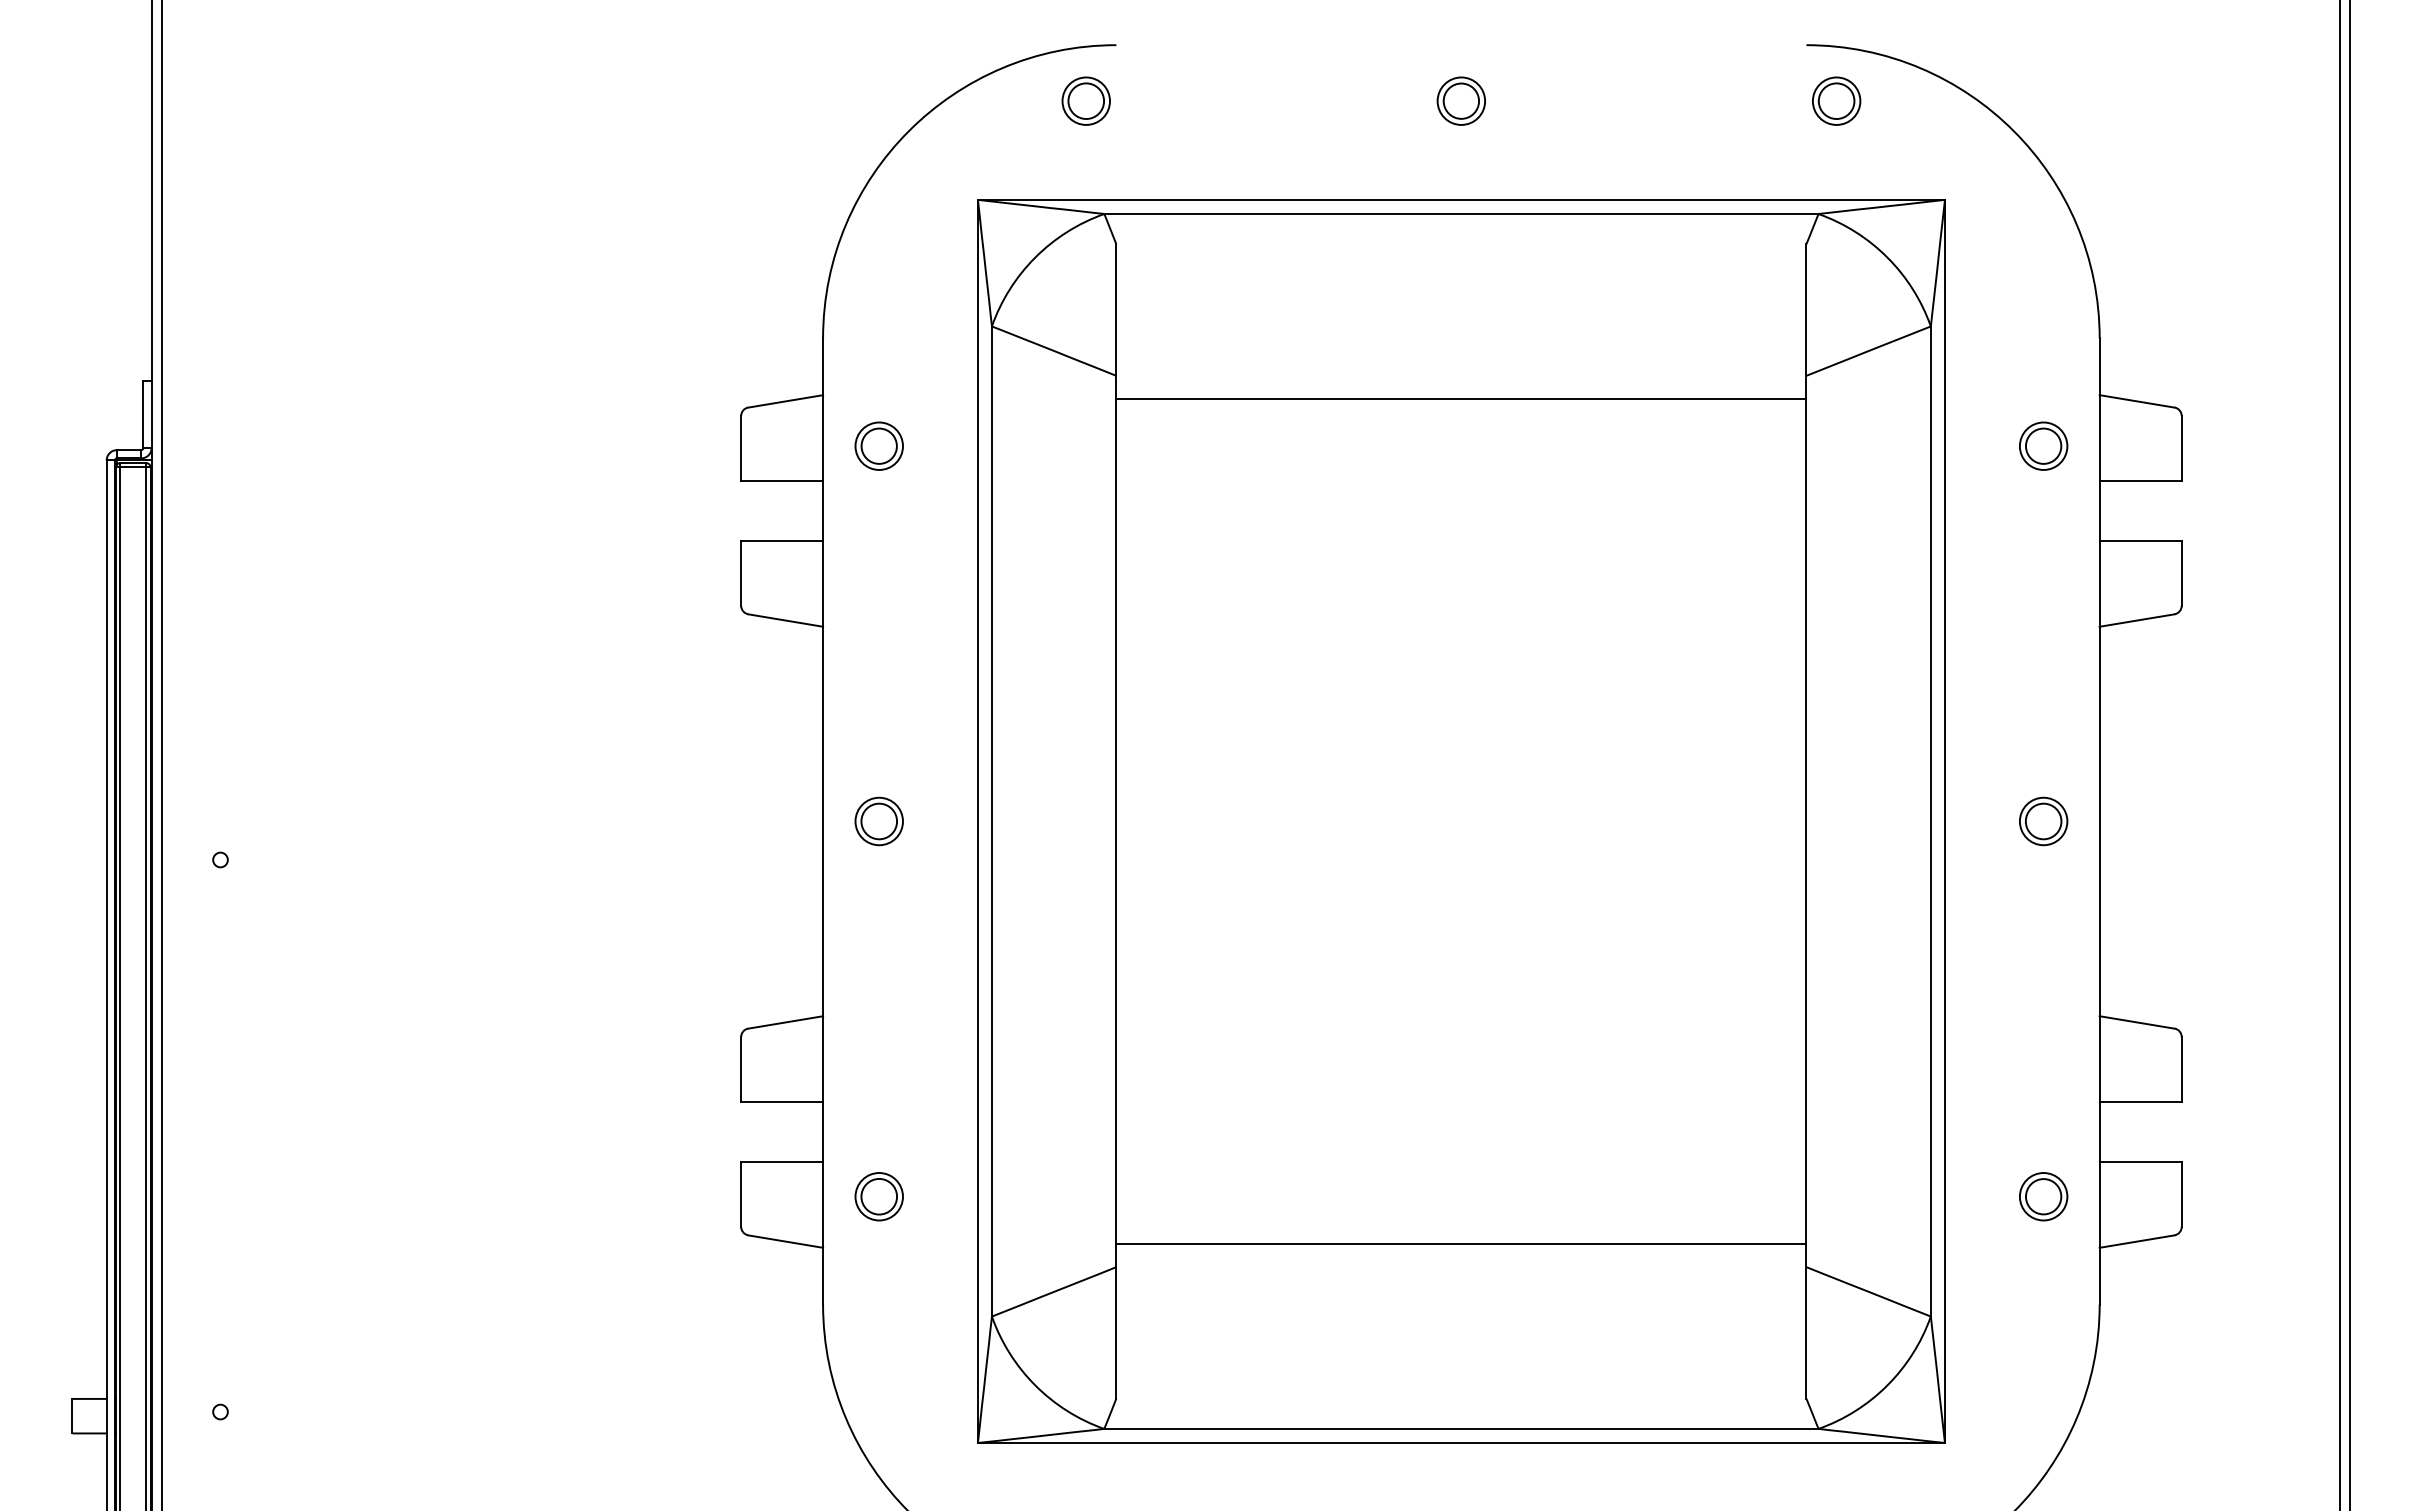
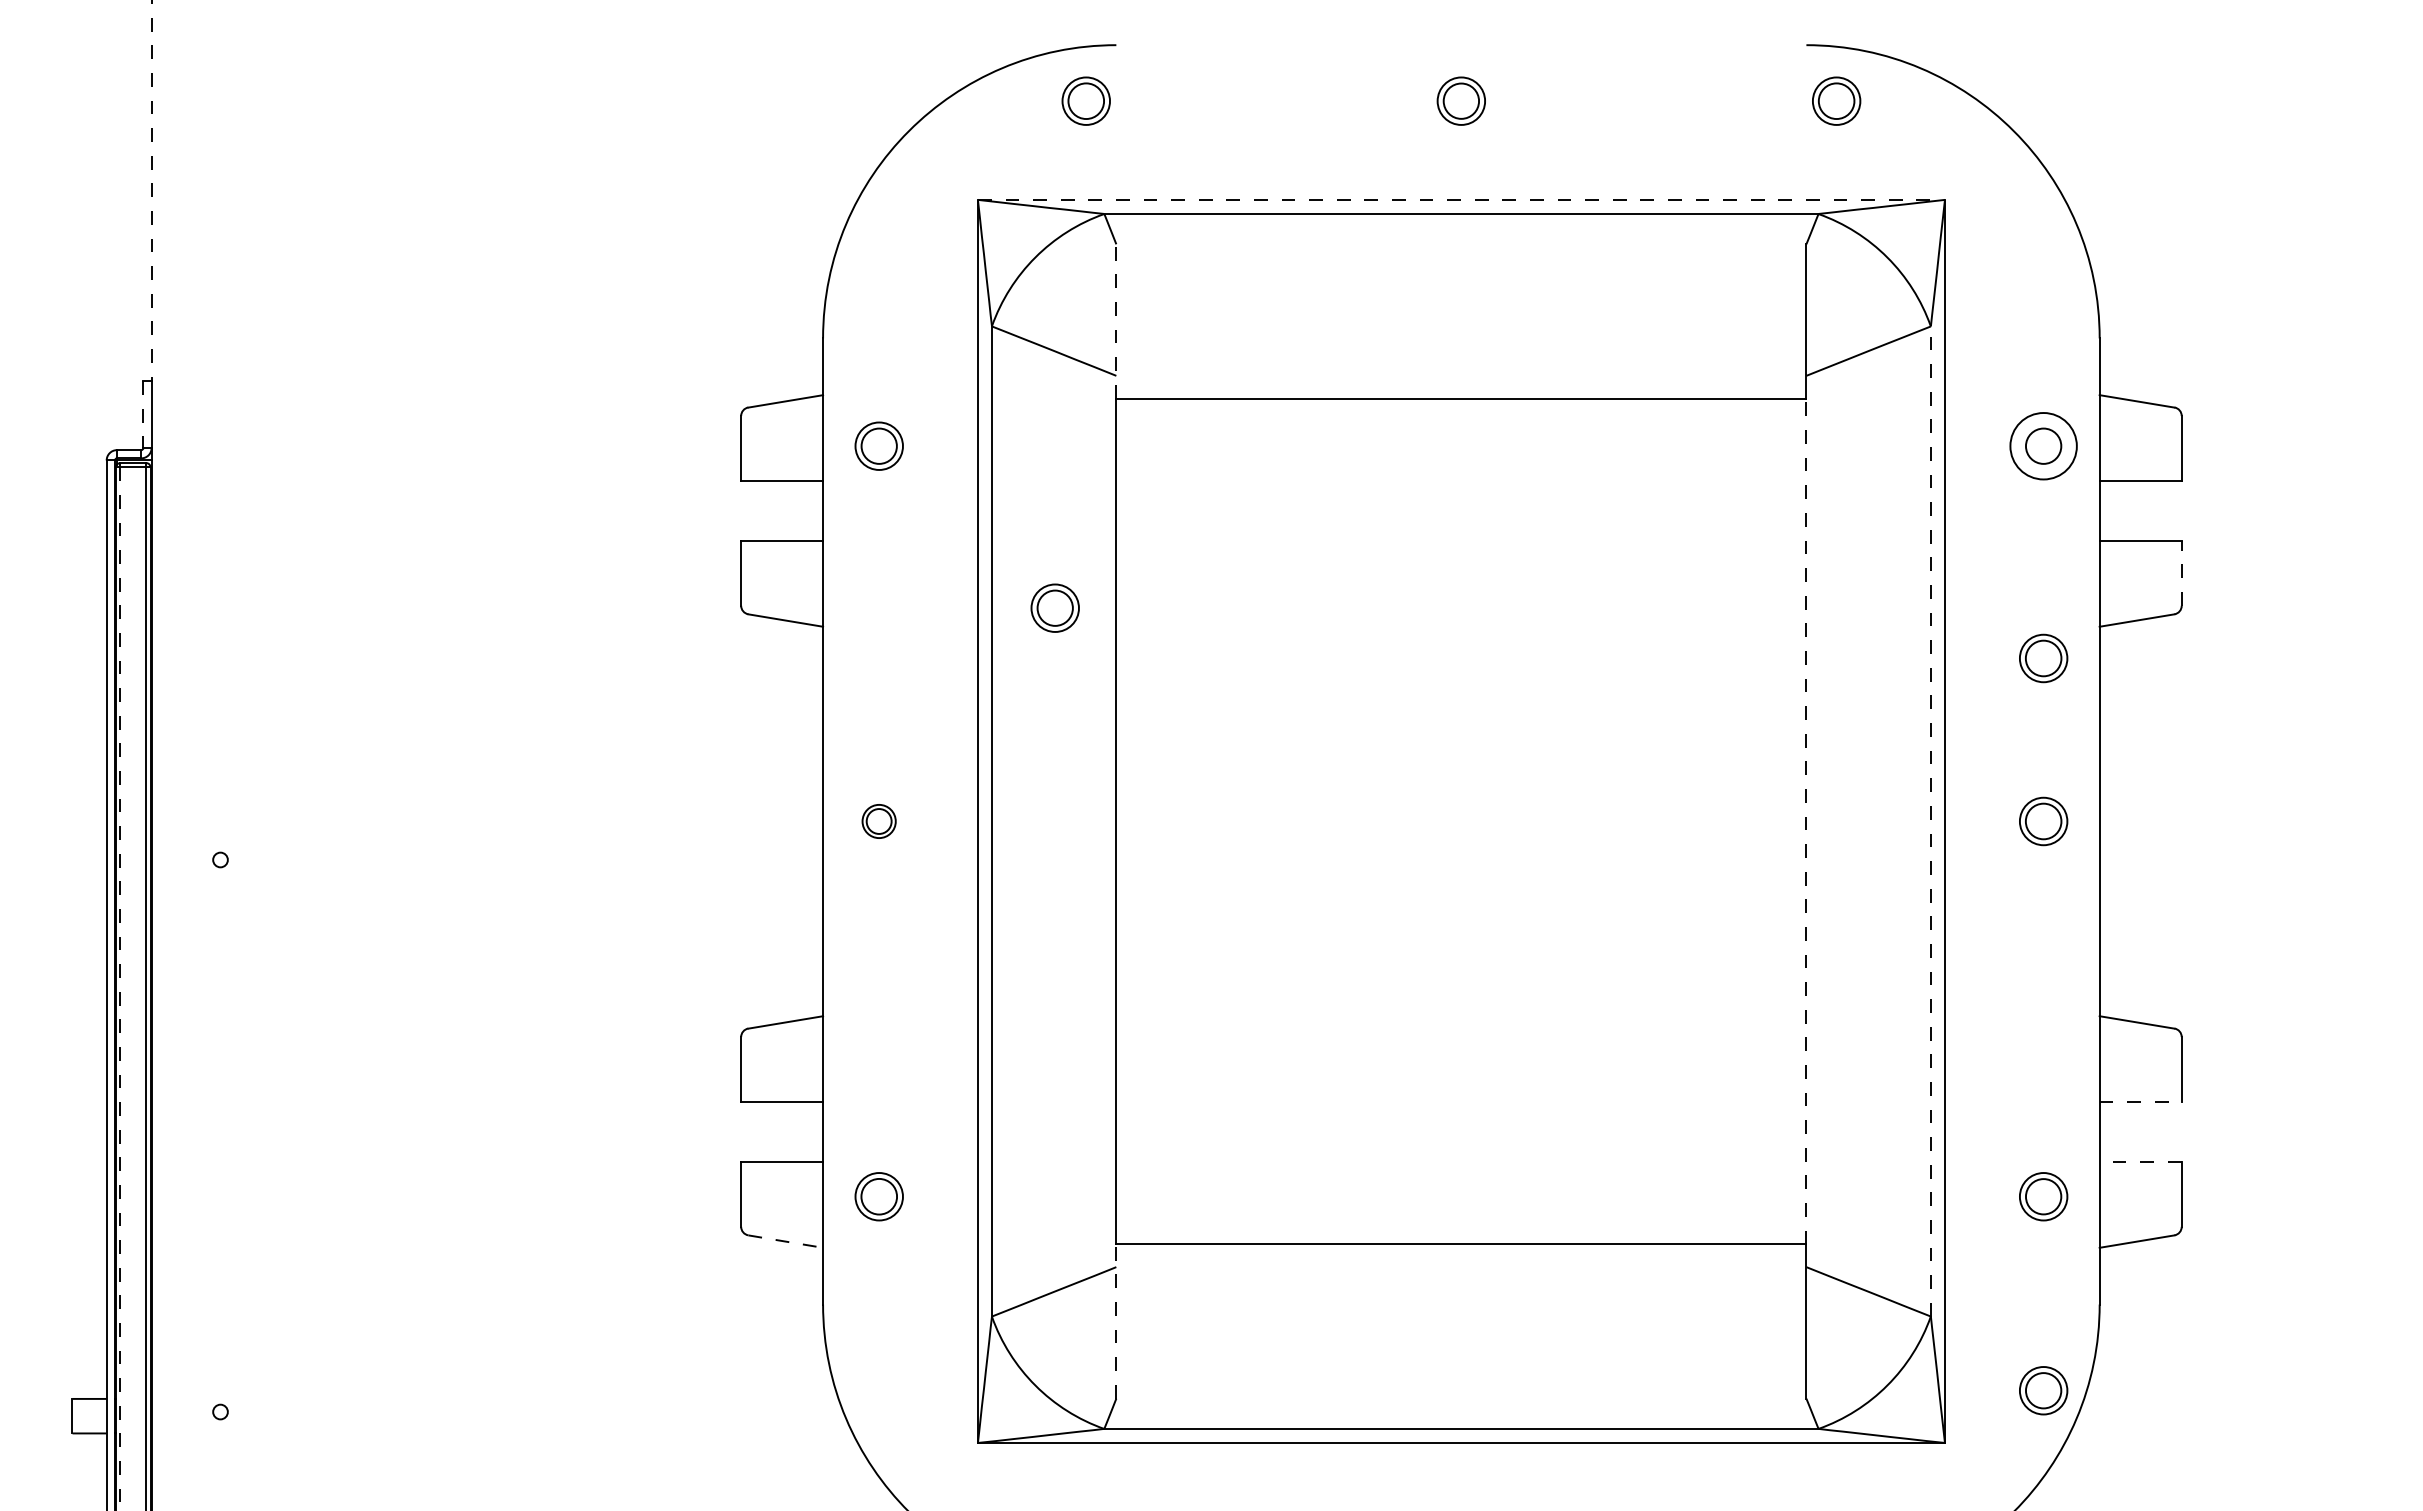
line at (151, 191): solid -> dashed
line at (1461, 199): solid -> dashed
line at (1116, 320): solid -> dashed
line at (143, 415): solid -> dashed
circle at (2043, 445) diameter: 47 px -> 66 px
line at (2181, 572): solid -> dashed
part at (1054, 607): none -> present
part at (2043, 658): none -> present
line at (161, 754): present -> none
line at (2340, 754): present -> none
line at (2350, 754): present -> none
part at (878, 821) size: 50x51 px -> 36x35 px
line at (1806, 821): solid -> dashed
line at (1930, 821): solid -> dashed
line at (120, 989): solid -> dashed
line at (2140, 1101): solid -> dashed
line at (2140, 1162): solid -> dashed
line at (785, 1241): solid -> dashed
line at (1116, 1321): solid -> dashed
part at (2043, 1390): none -> present
